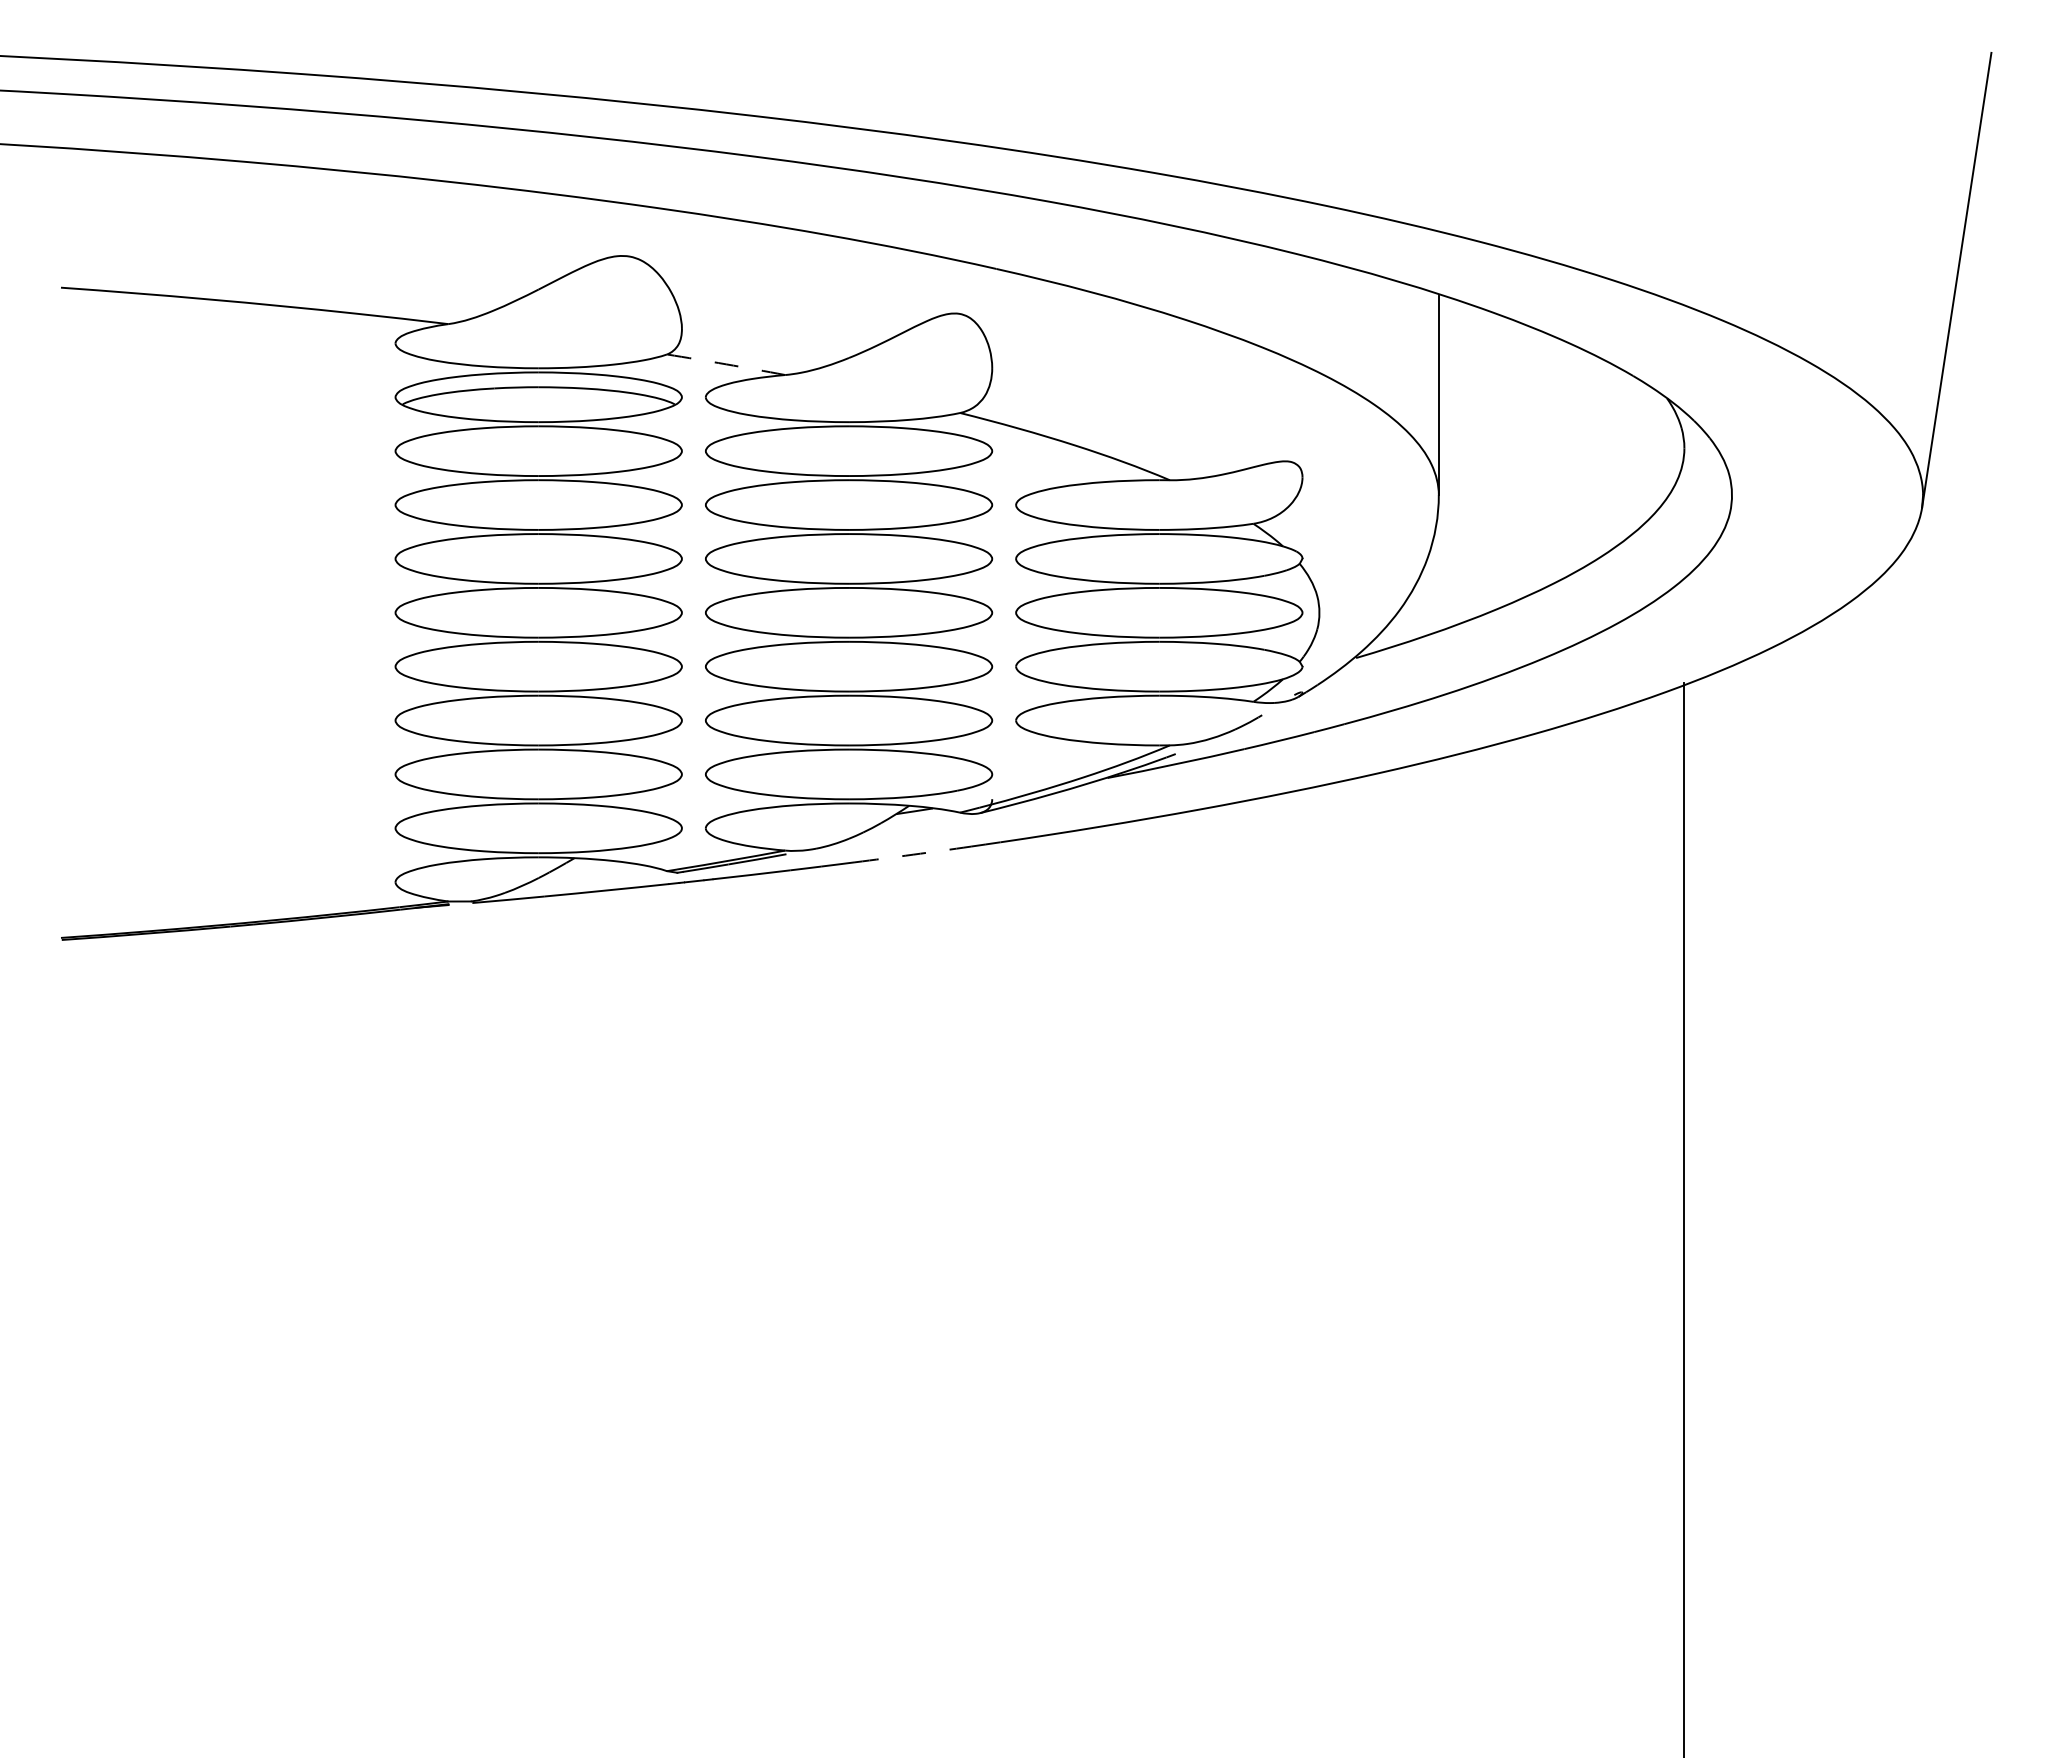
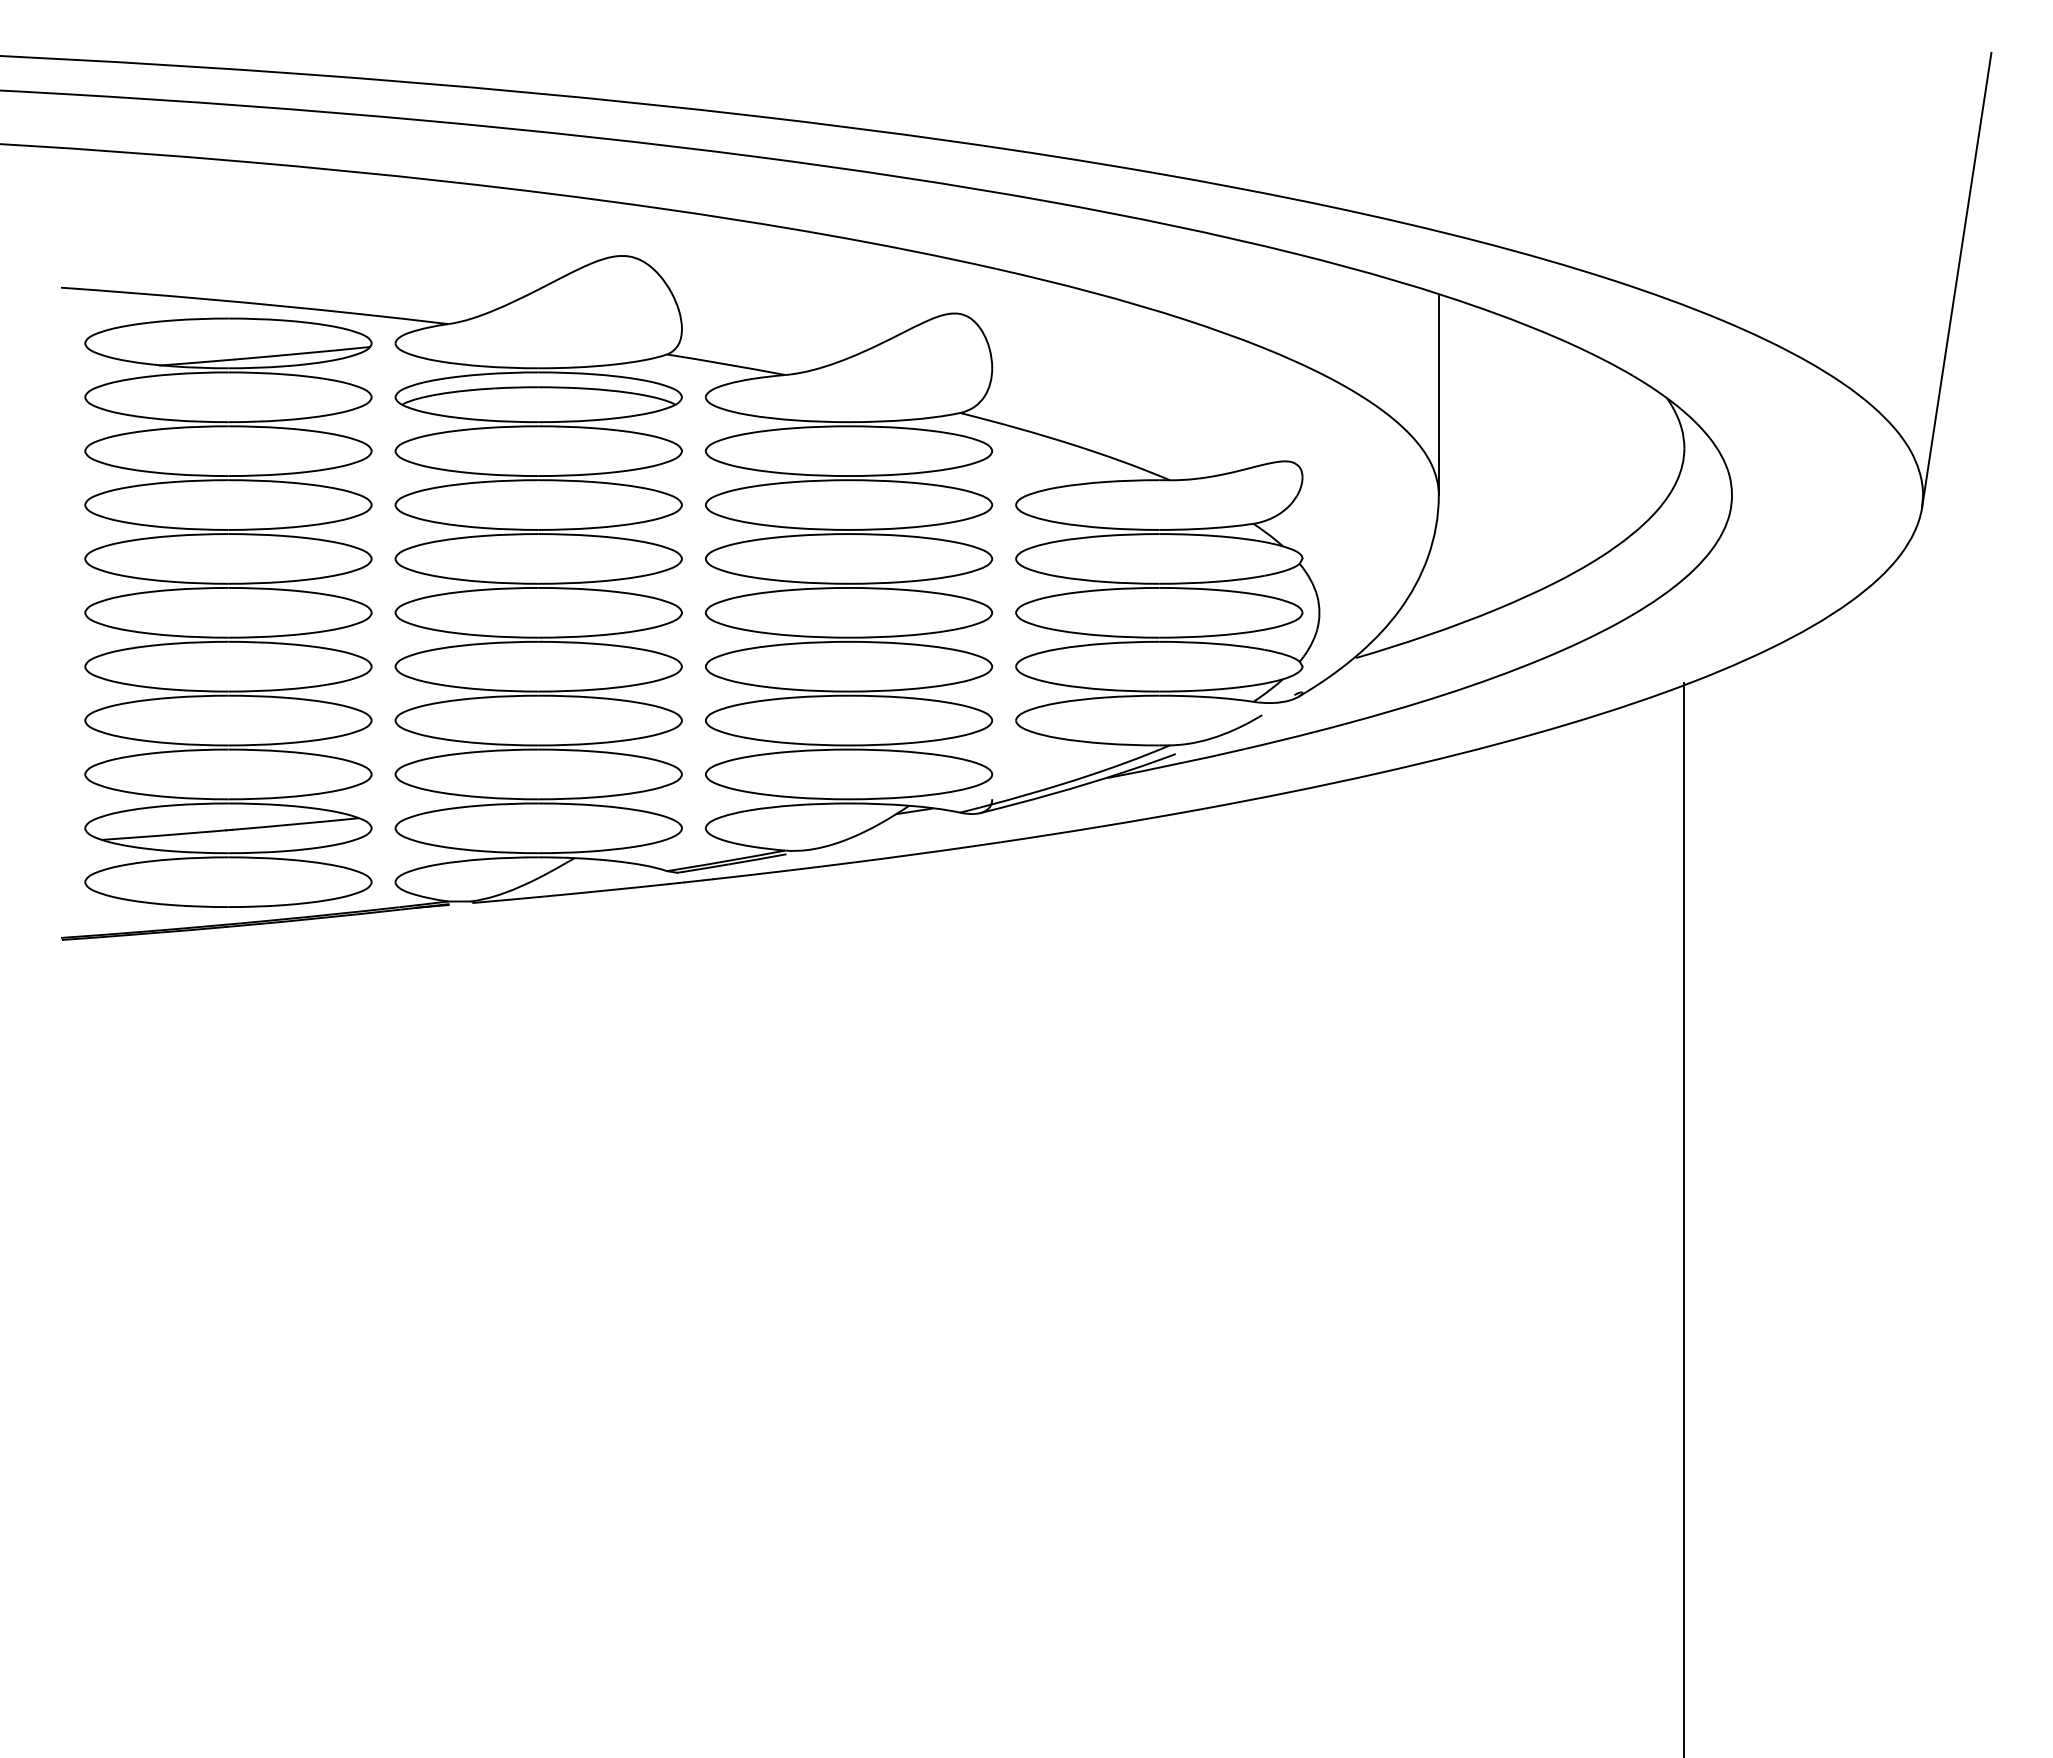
arc at (726, 364): dashed -> solid
part at (228, 612): none -> present
arc at (913, 854): dashed -> solid
